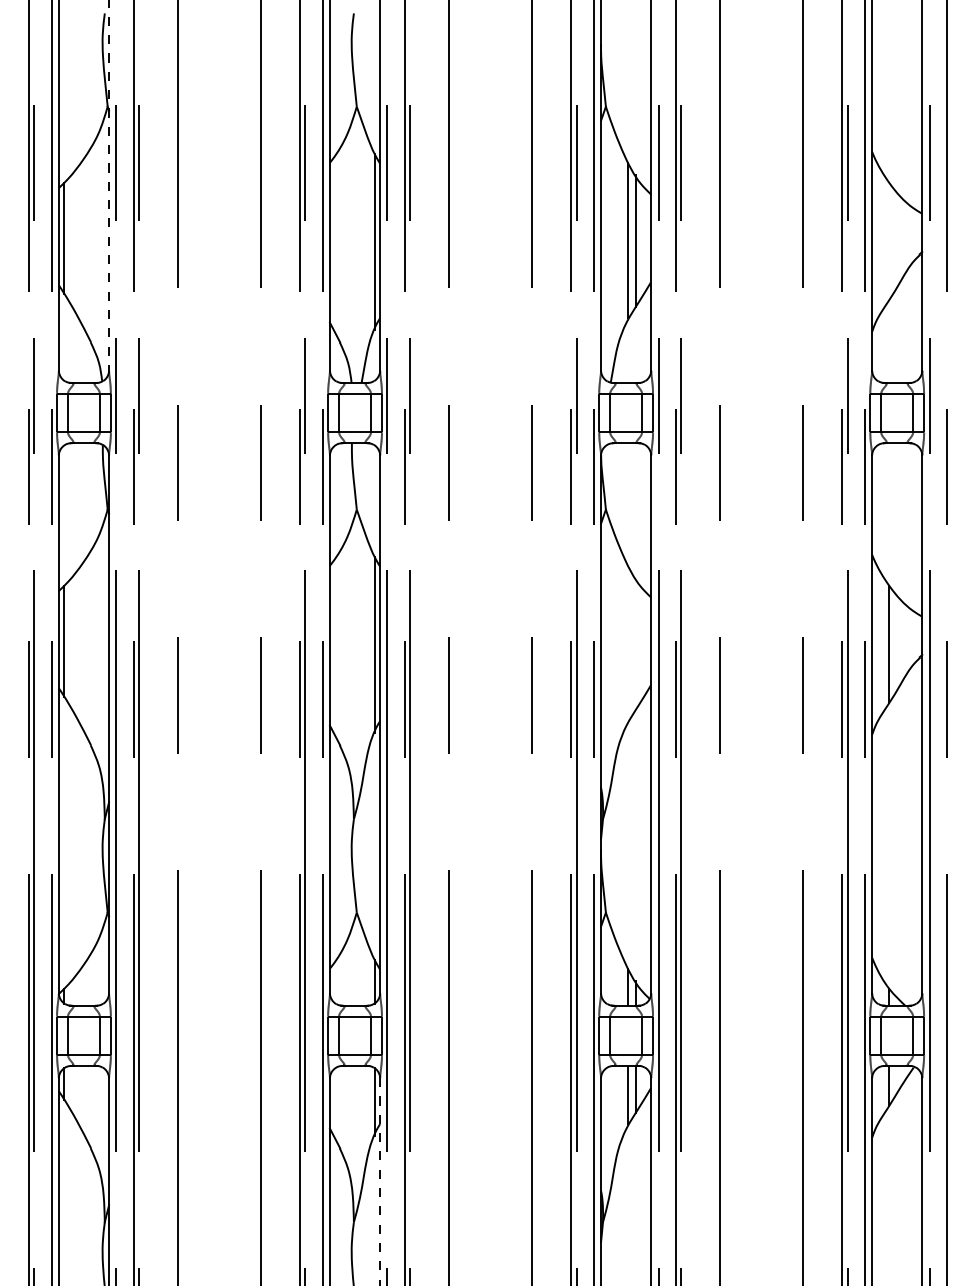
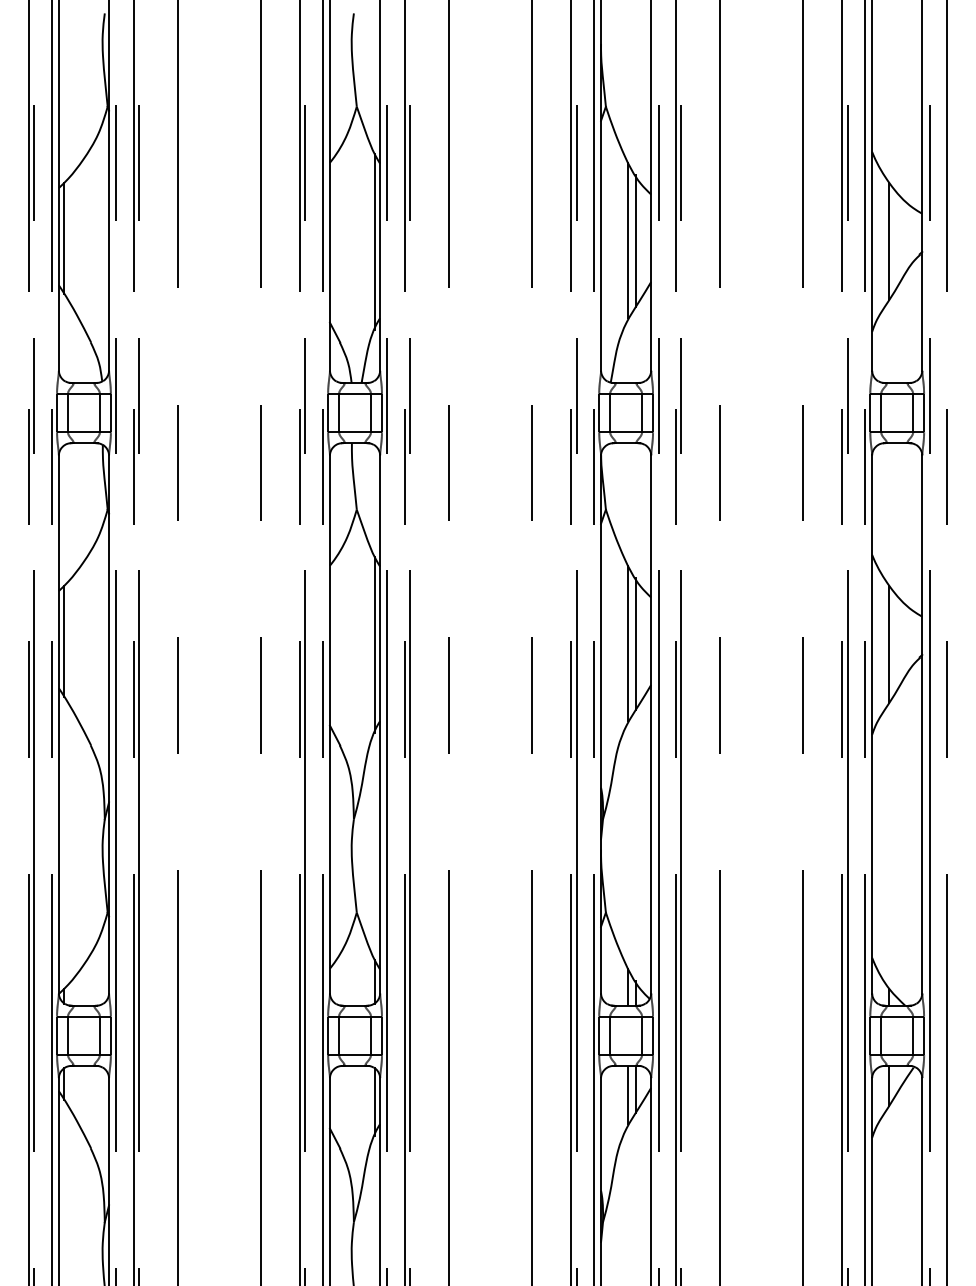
line at (109, 185): dashed -> solid
line at (889, 240): none -> present
line at (628, 643): none -> present
line at (635, 644): none -> present
line at (380, 1181): dashed -> solid
